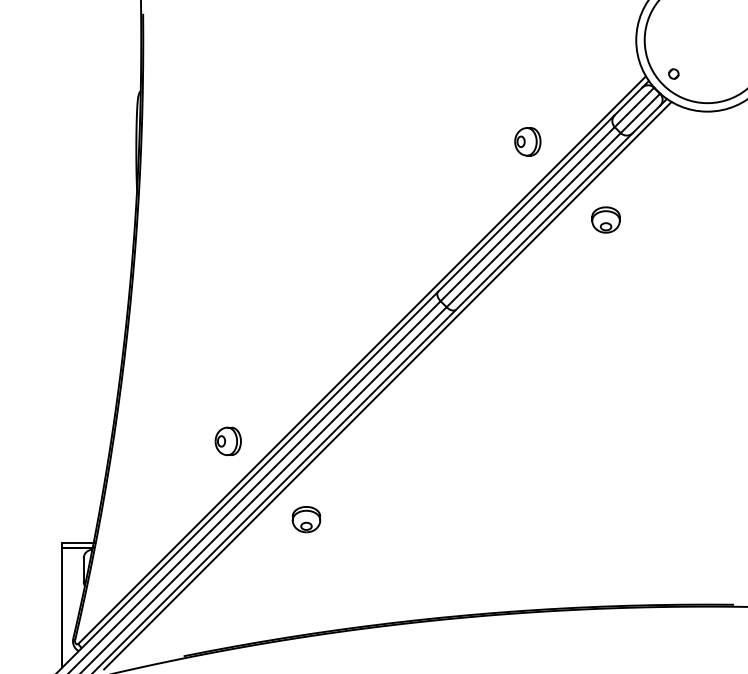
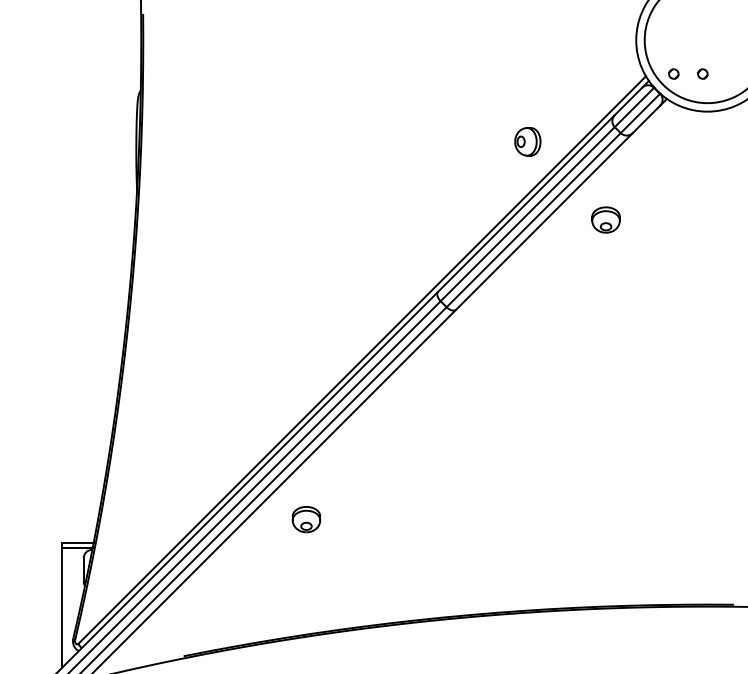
circle at (702, 73): none -> present
line at (387, 385): present -> none
part at (227, 440): present -> none
